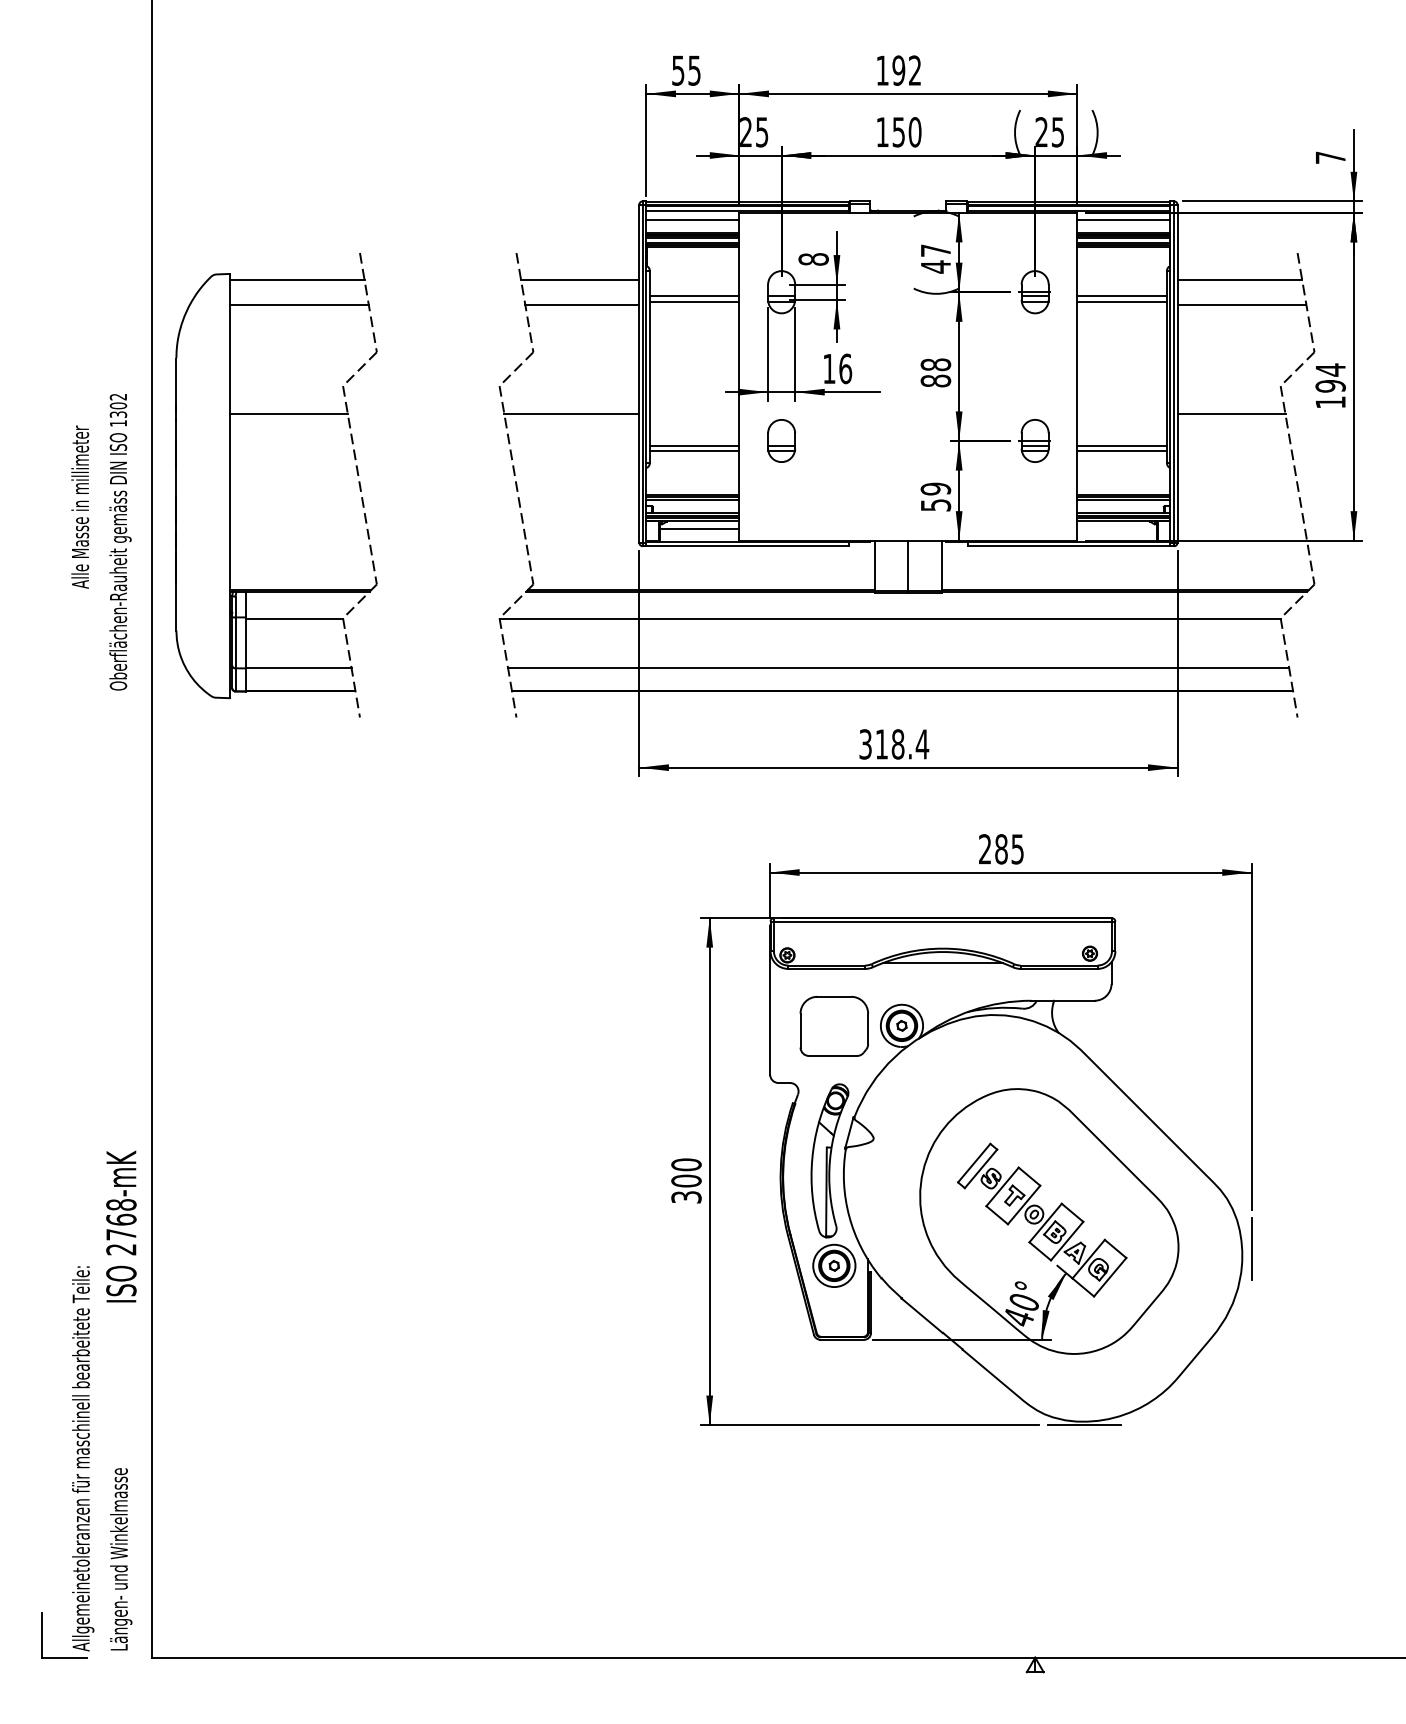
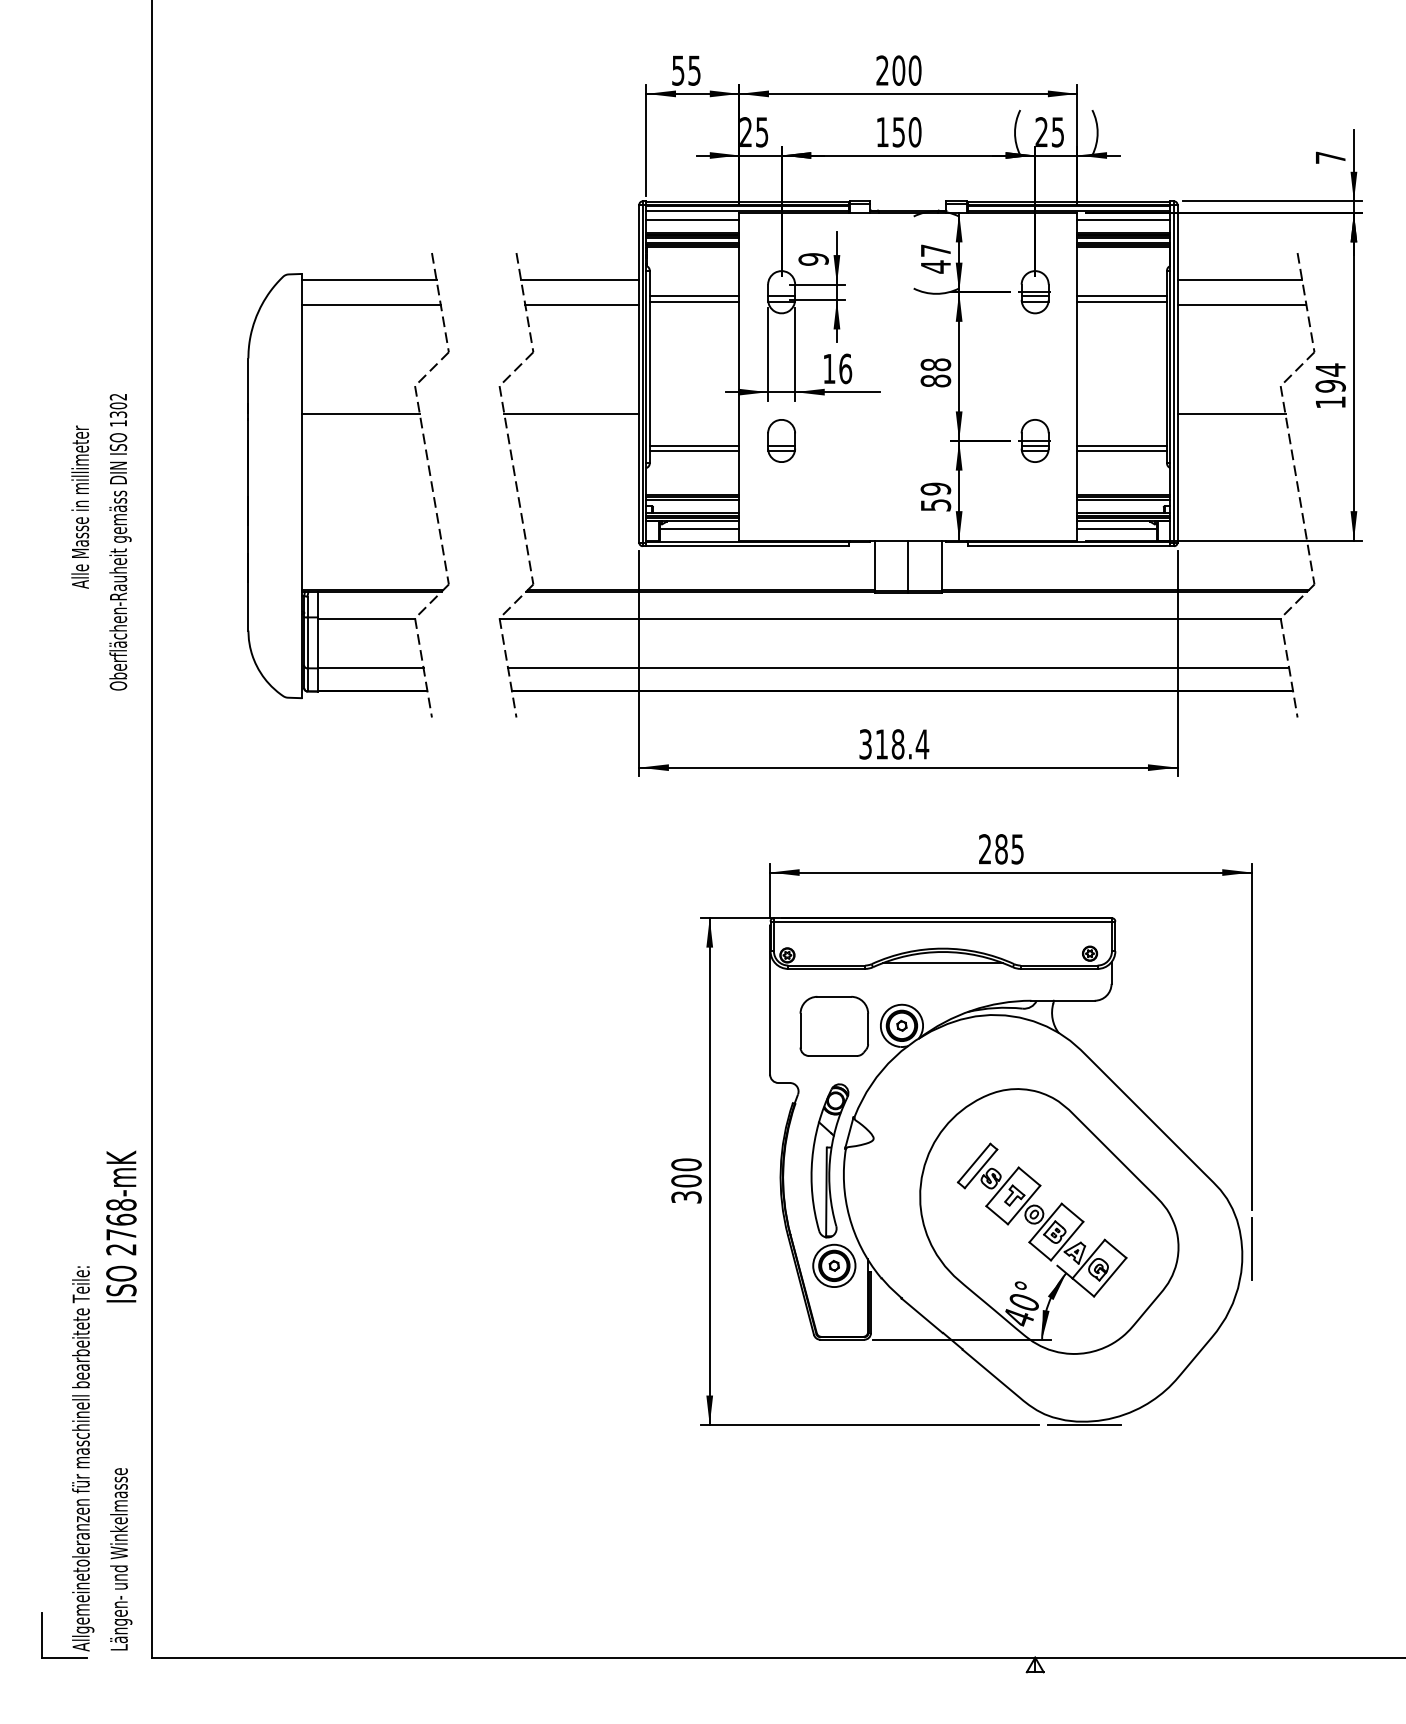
text at (898, 70): 192 -> 200
text at (813, 259): 8 -> 9
part at (230, 485) position: (230, 485) -> (302, 485)
line at (1116, 528): none -> present
